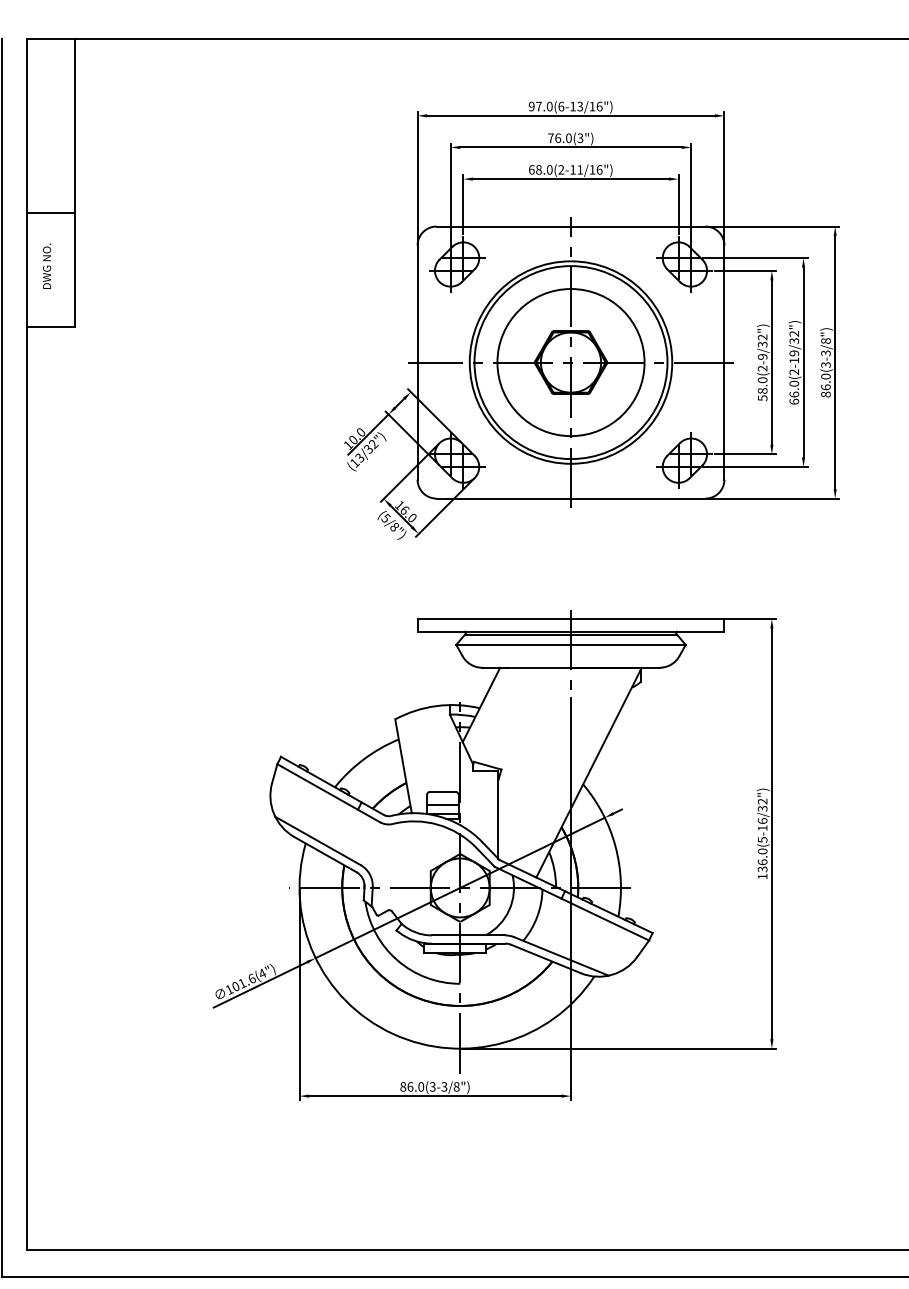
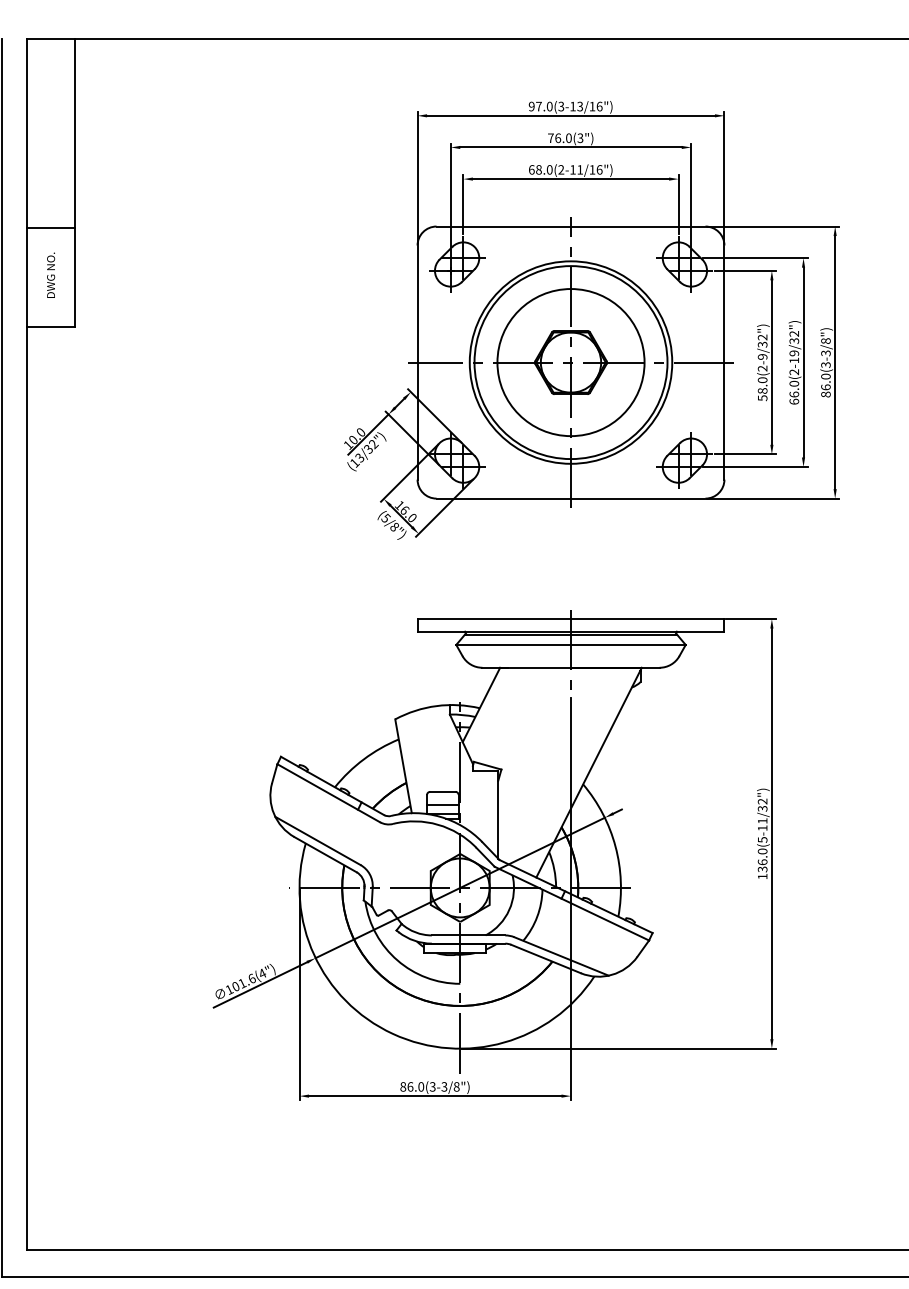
text at (561, 106): 97.0(6-13/16") -> 97.0(3-13/16")
line at (50, 213) position: (50, 213) -> (50, 228)
text at (47, 265) position: (47, 265) -> (51, 274)
text at (762, 820): 136.0(5-16/32") -> 136.0(5-11/32")
